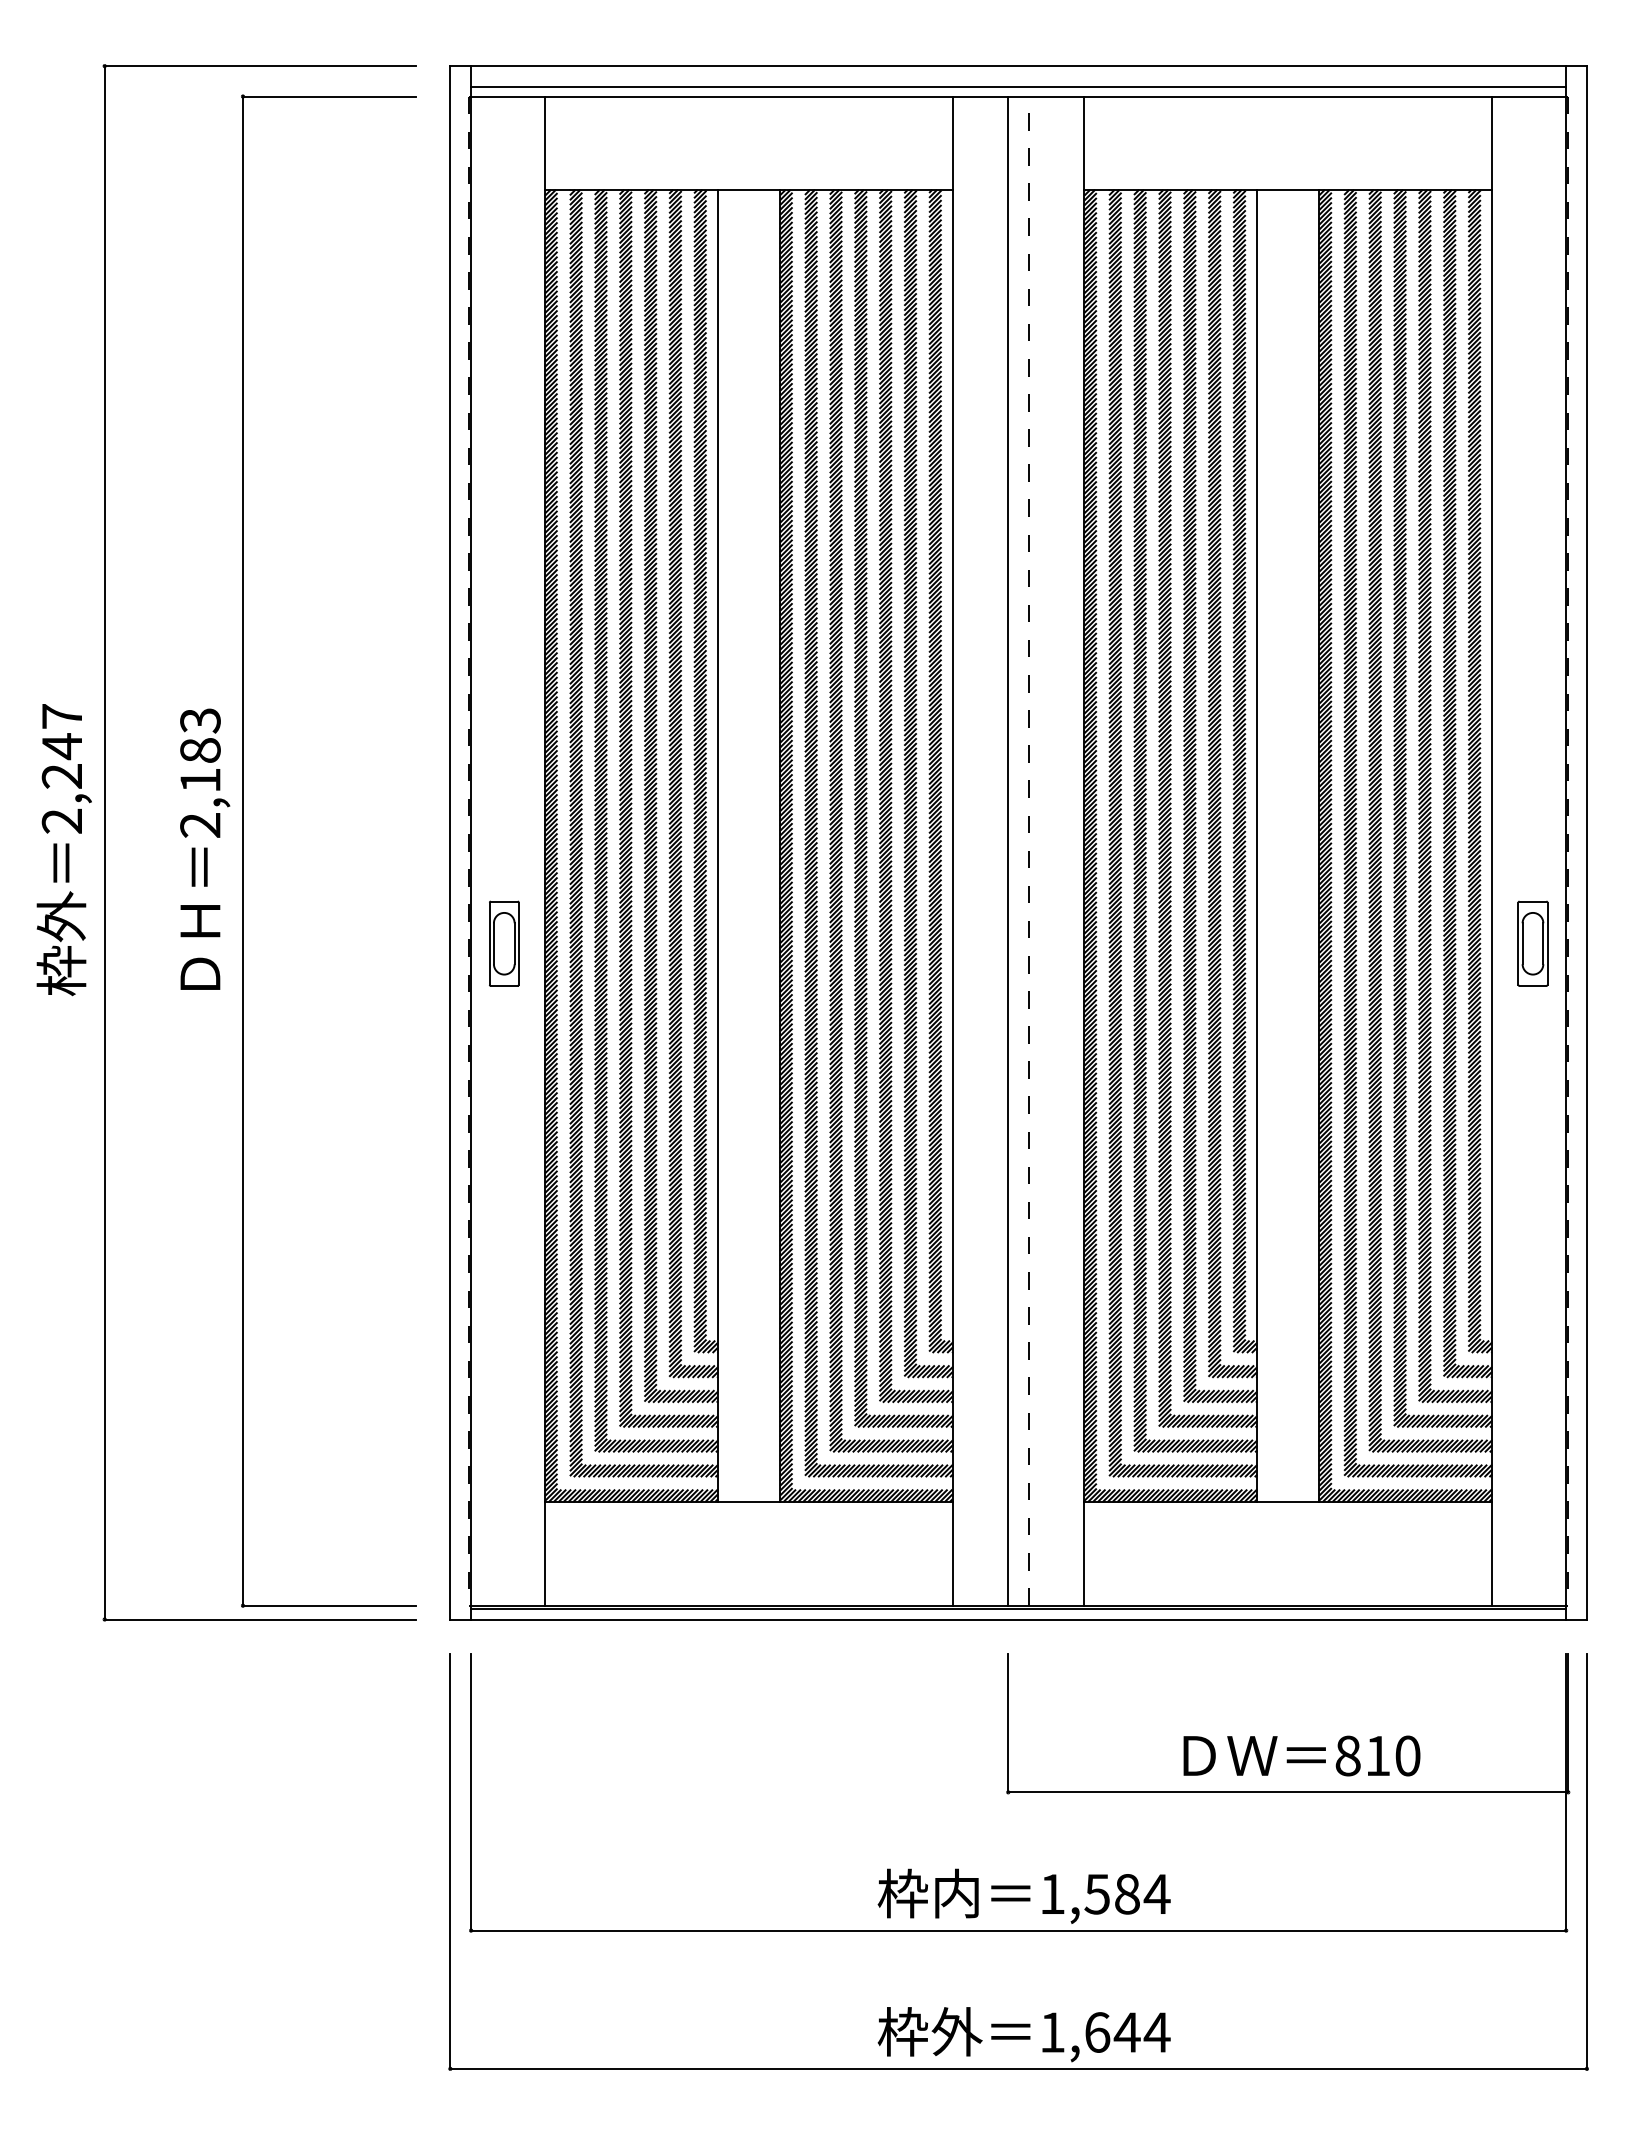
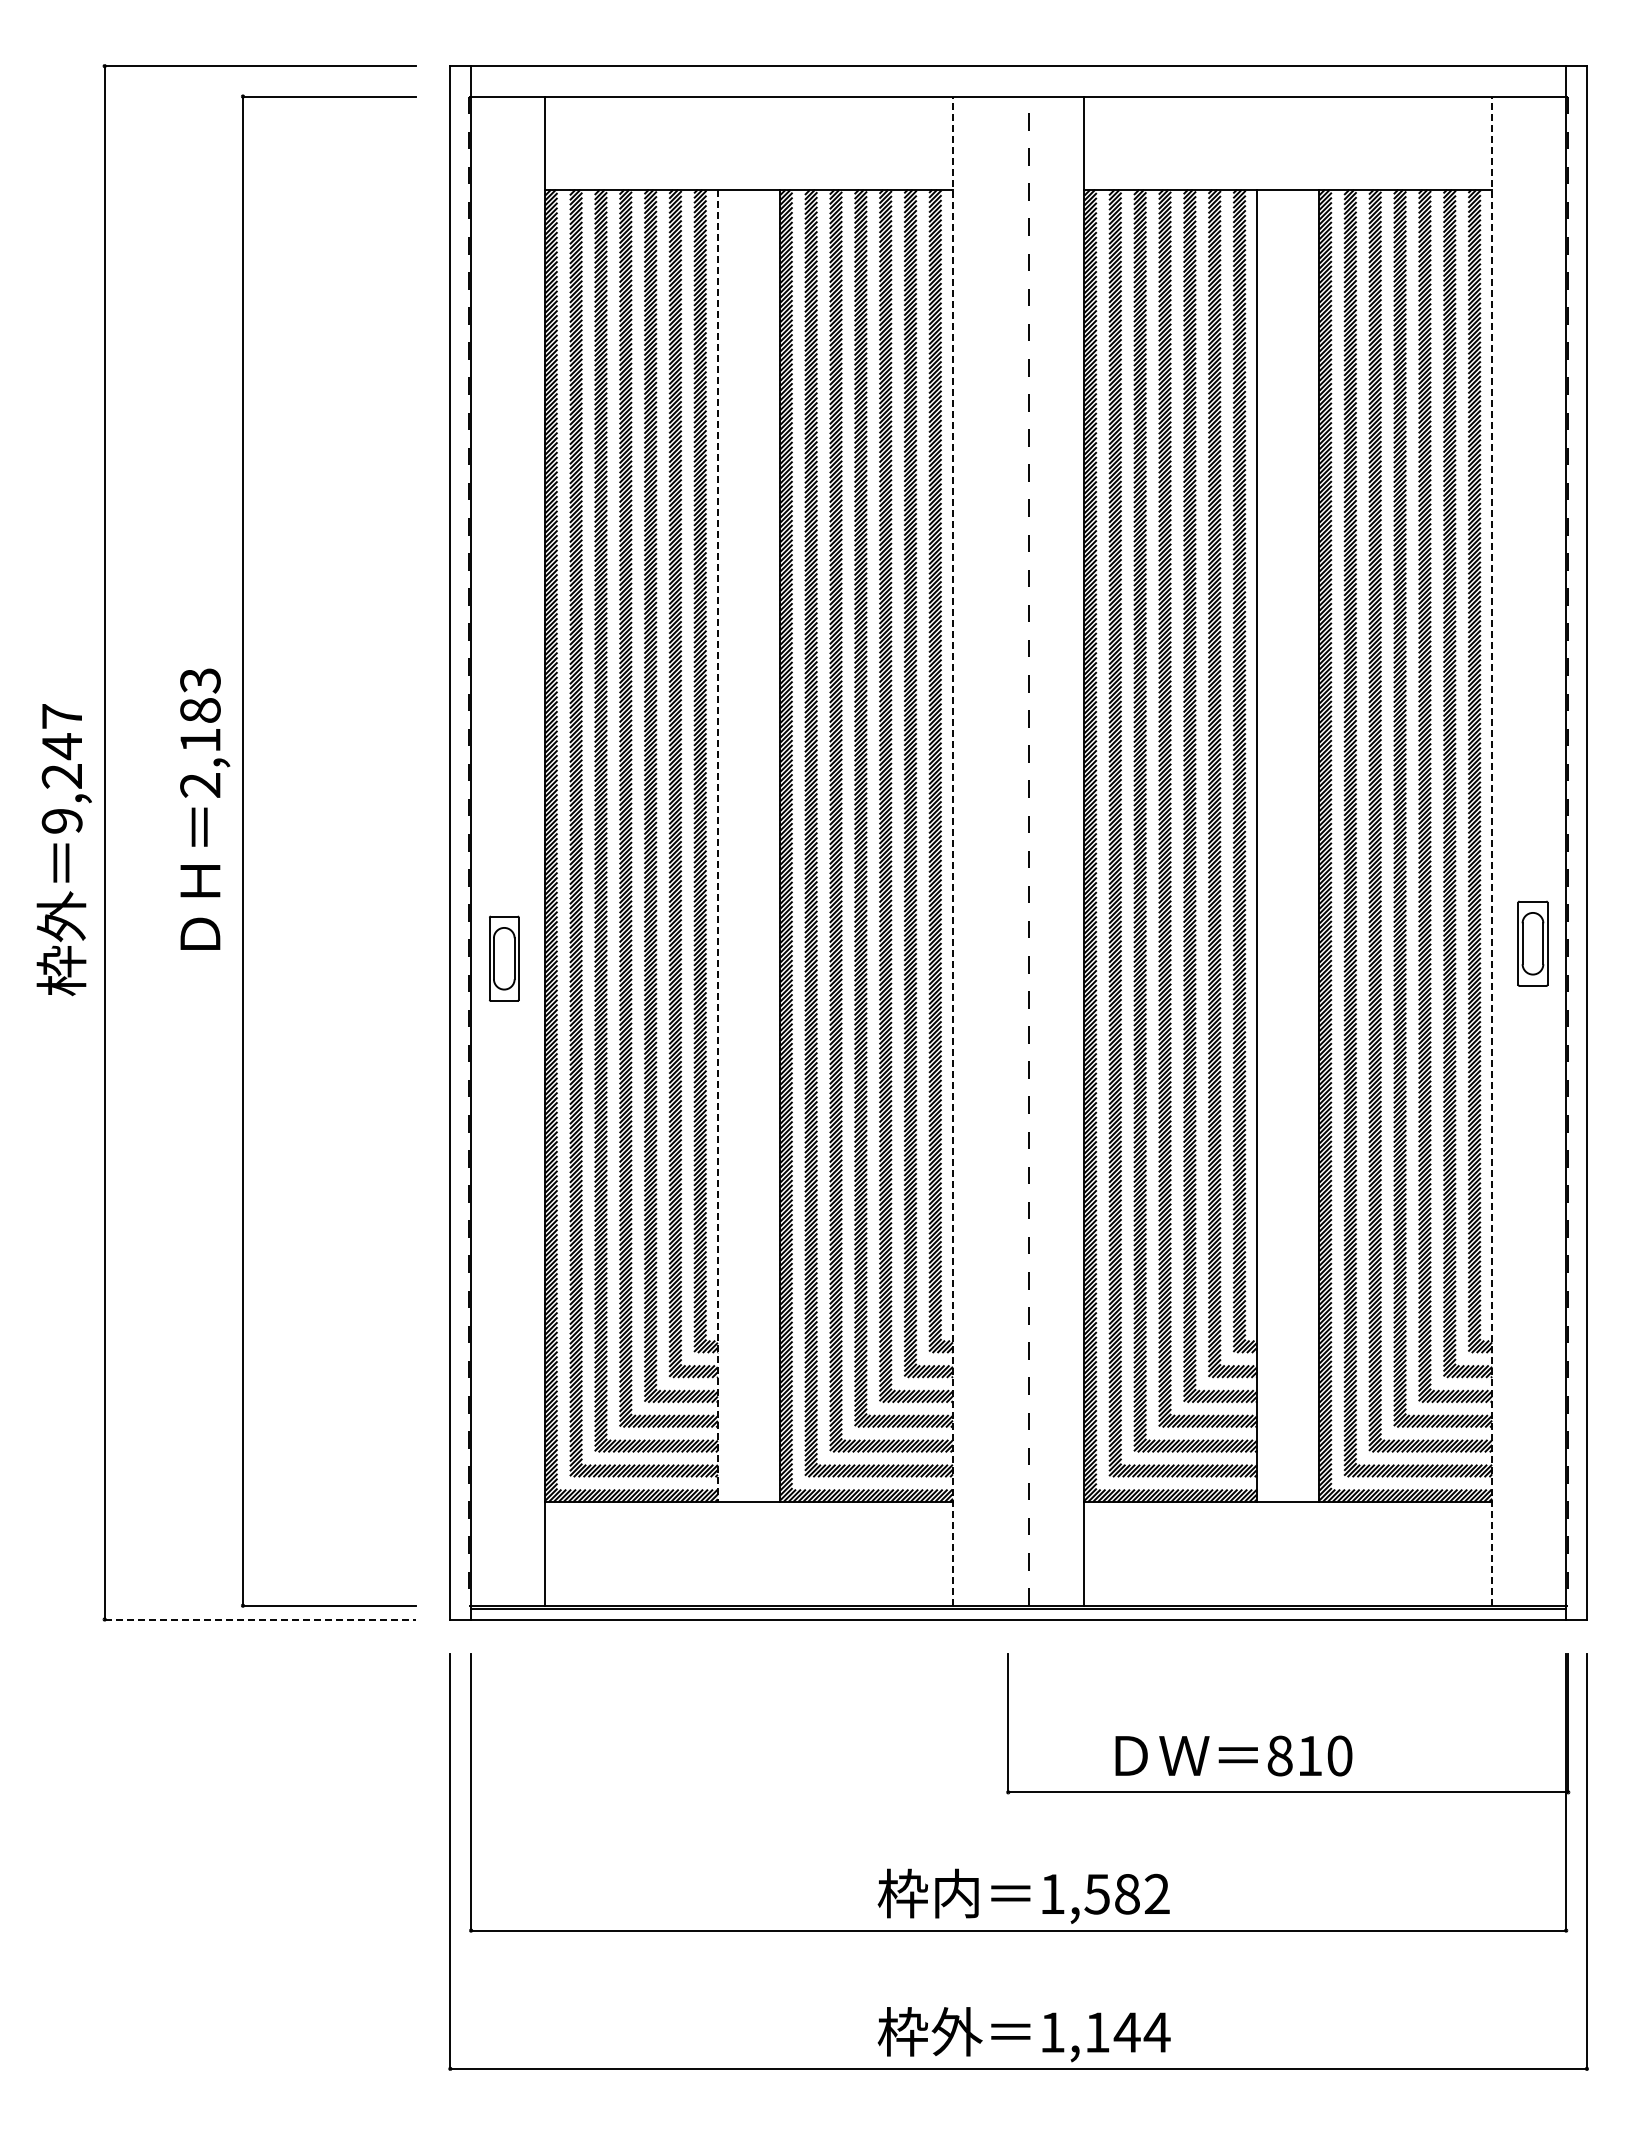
line at (1018, 86): present -> none
text at (62, 820): 2,247 -> 9,247
line at (717, 846): solid -> dashed
text at (205, 848) position: (205, 848) -> (205, 808)
line at (1008, 850): present -> none
line at (952, 851): solid -> dashed
line at (1492, 851): solid -> dashed
part at (504, 943) position: (504, 943) -> (504, 958)
line at (260, 1619): solid -> dashed
text at (1301, 1755) position: (1301, 1755) -> (1233, 1755)
text at (1156, 1893): 1,584 -> 1,582
text at (1097, 2032): 1,644 -> 1,144
